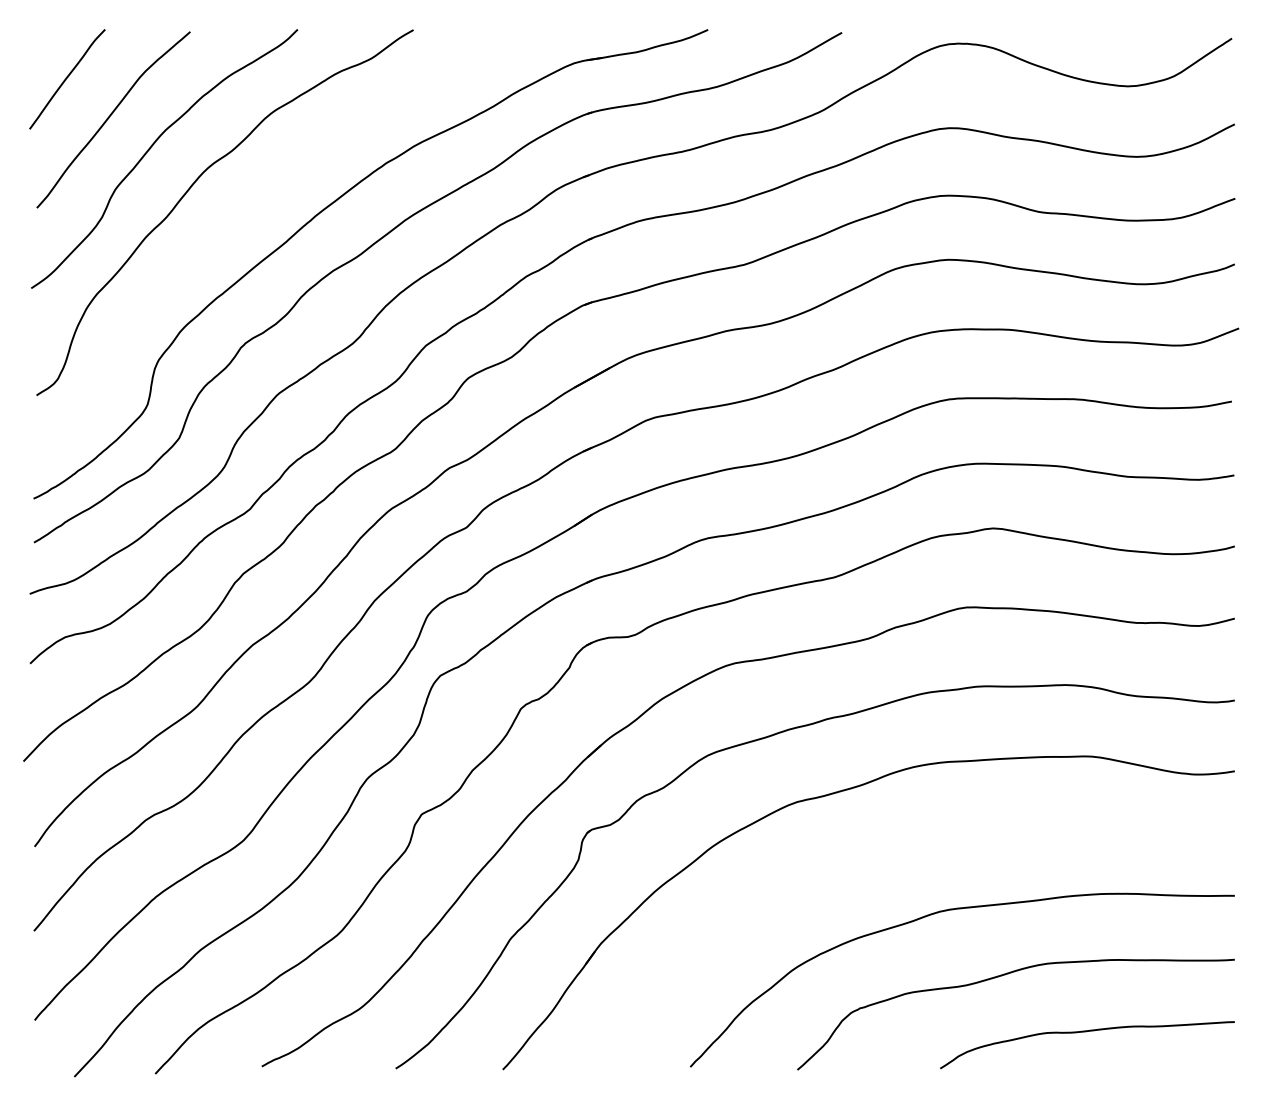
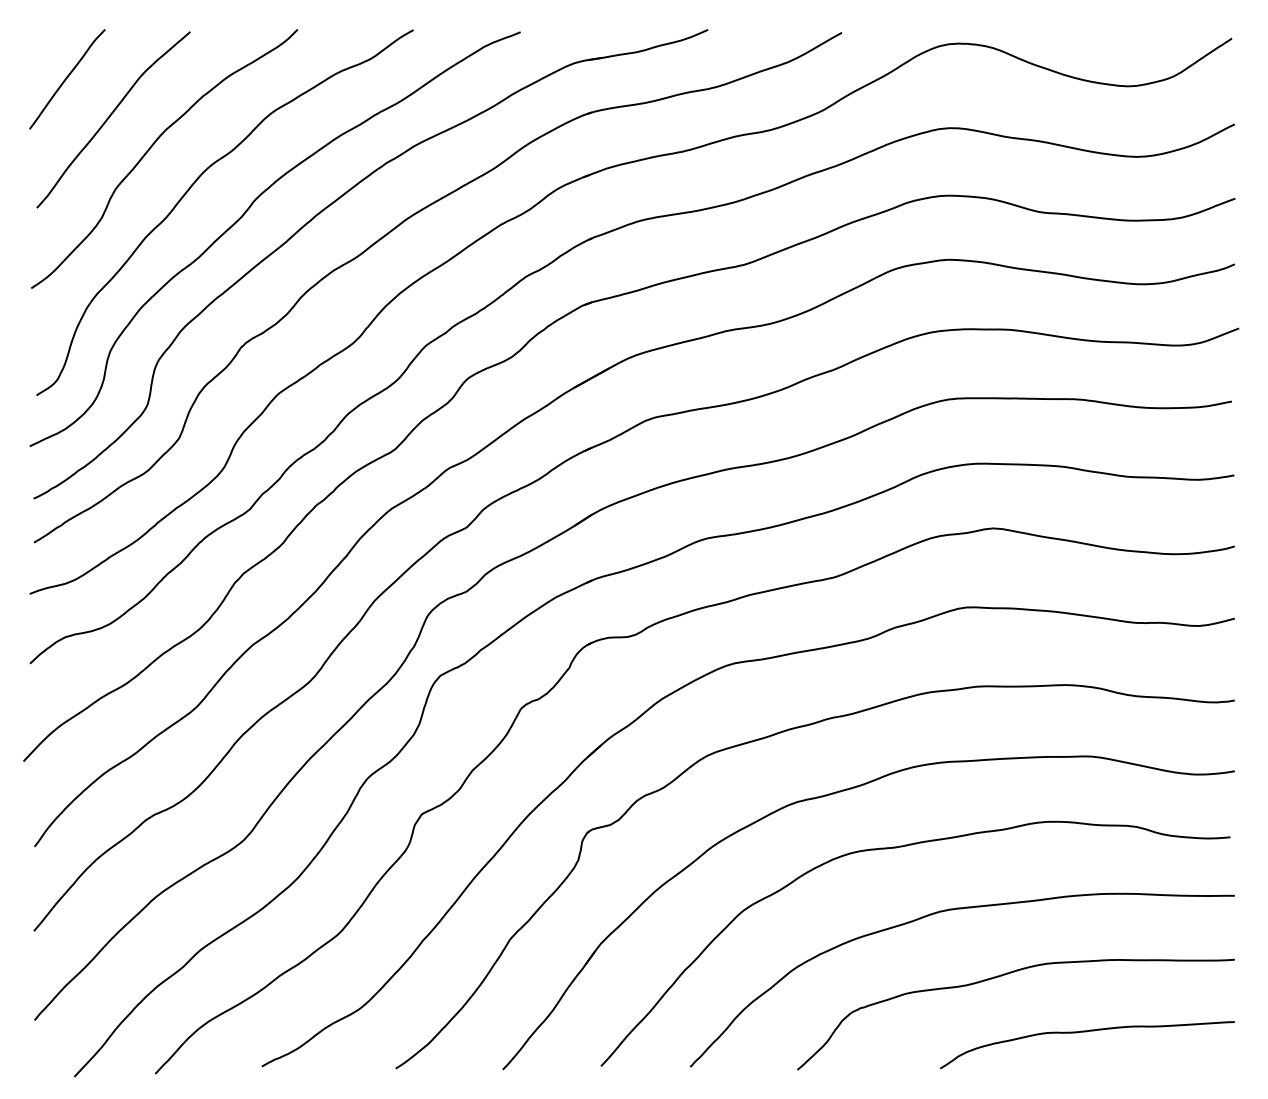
curve at (244, 215): none -> present
curve at (902, 847): none -> present
